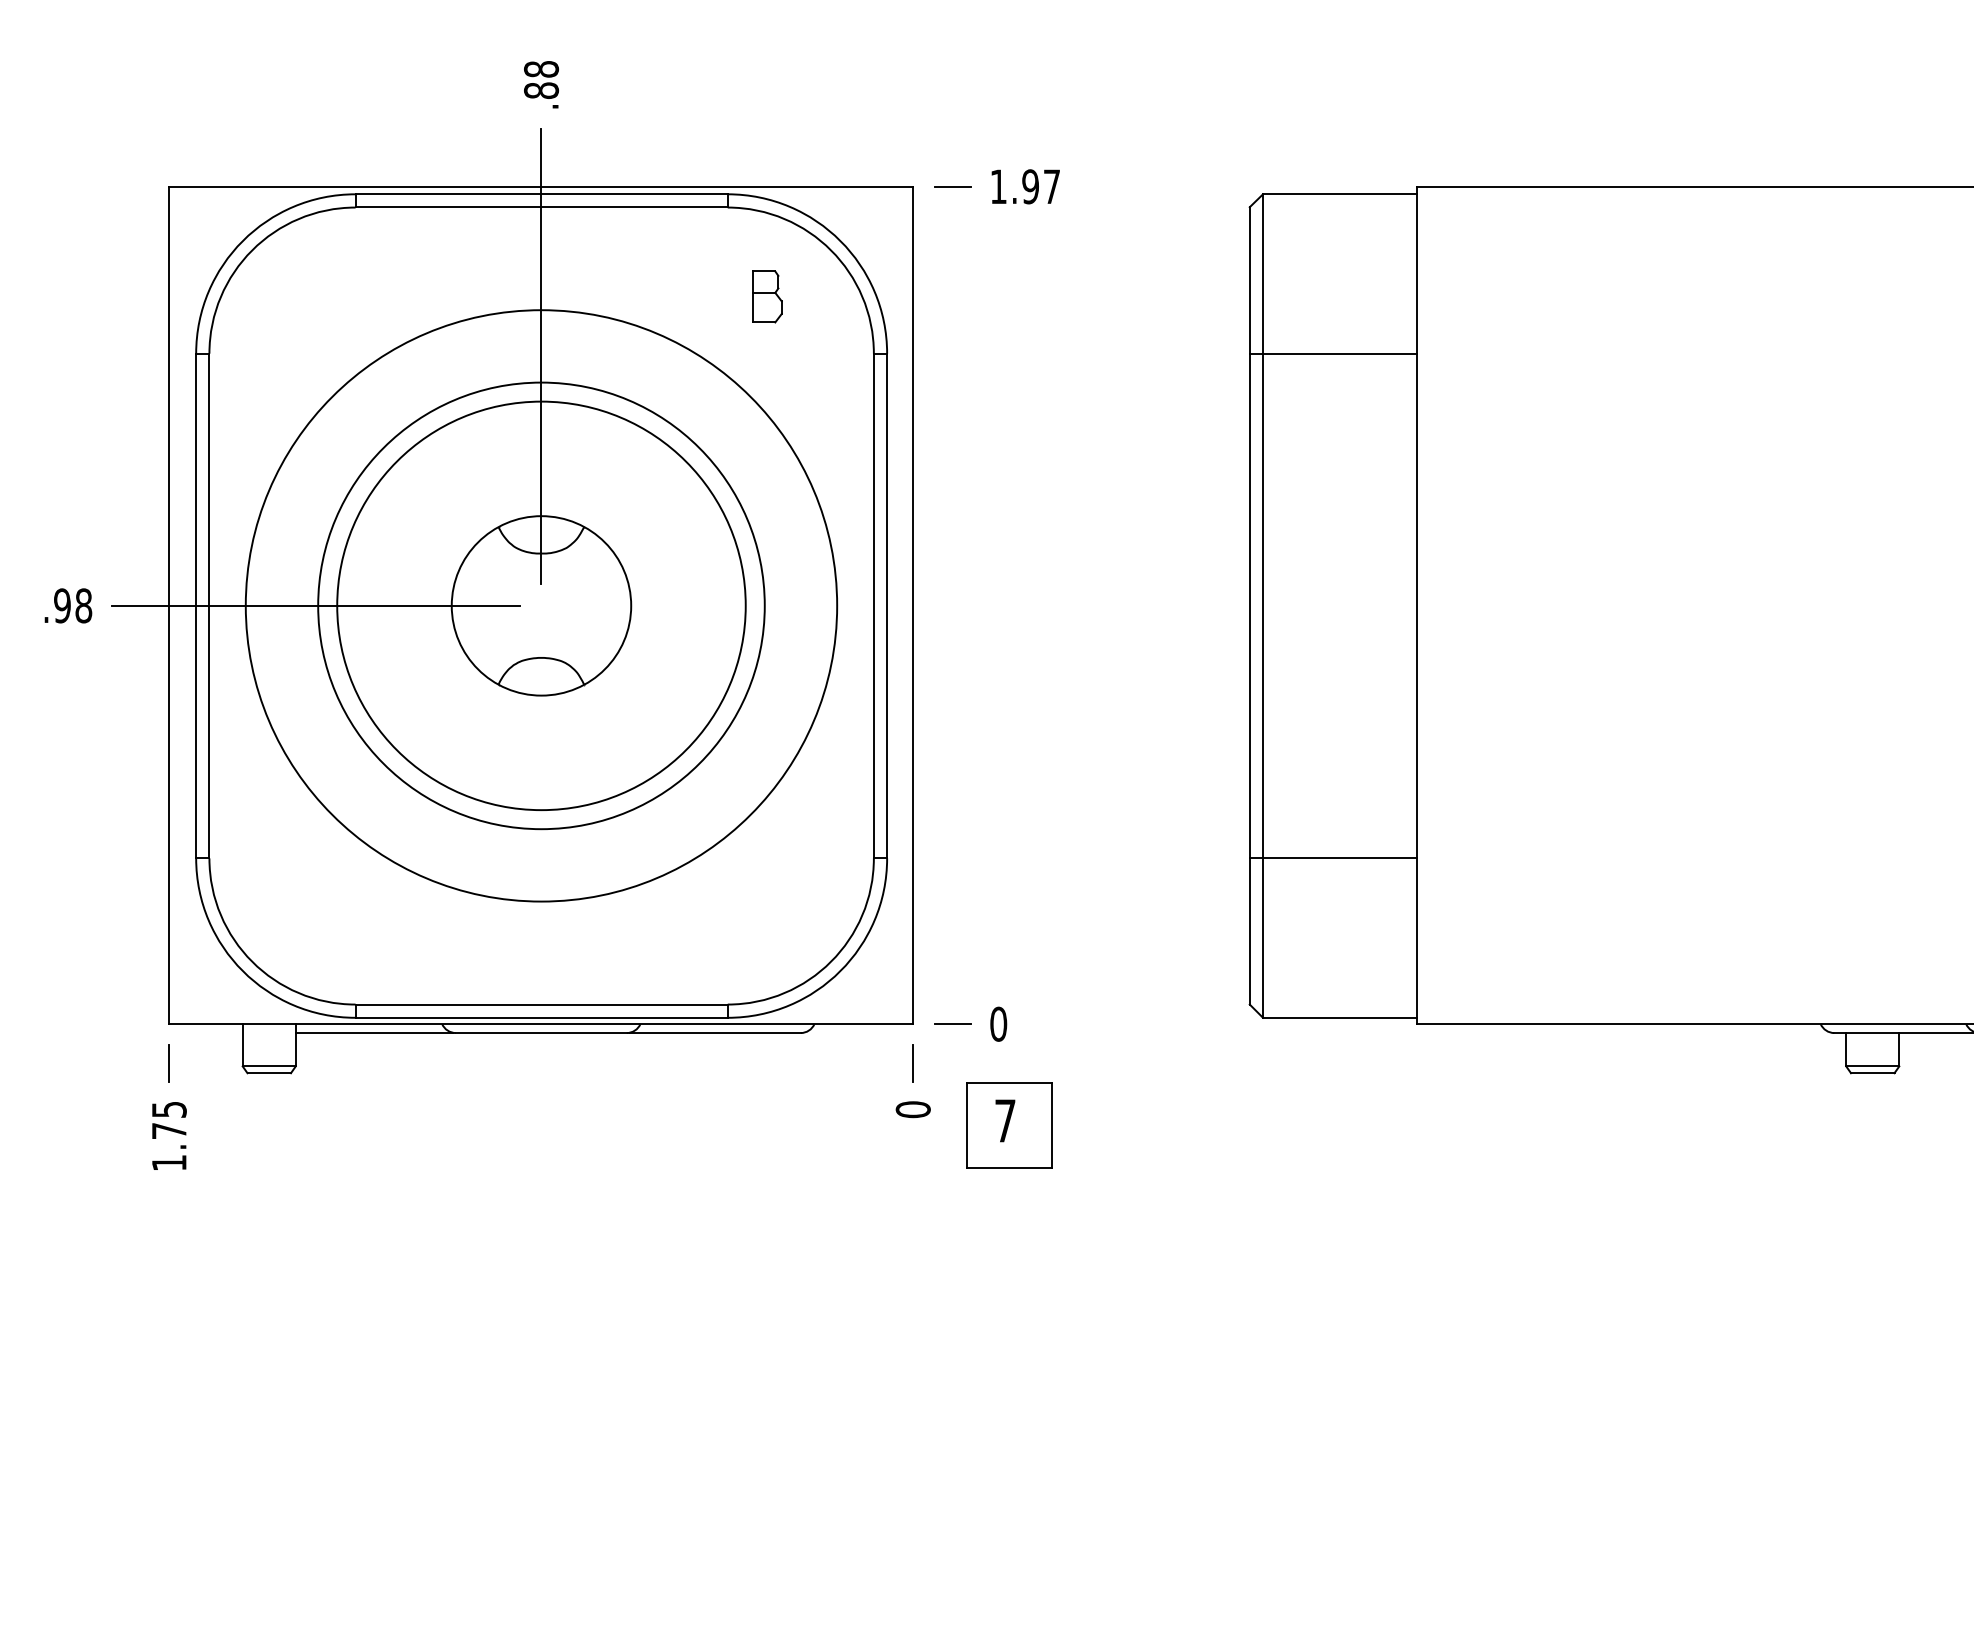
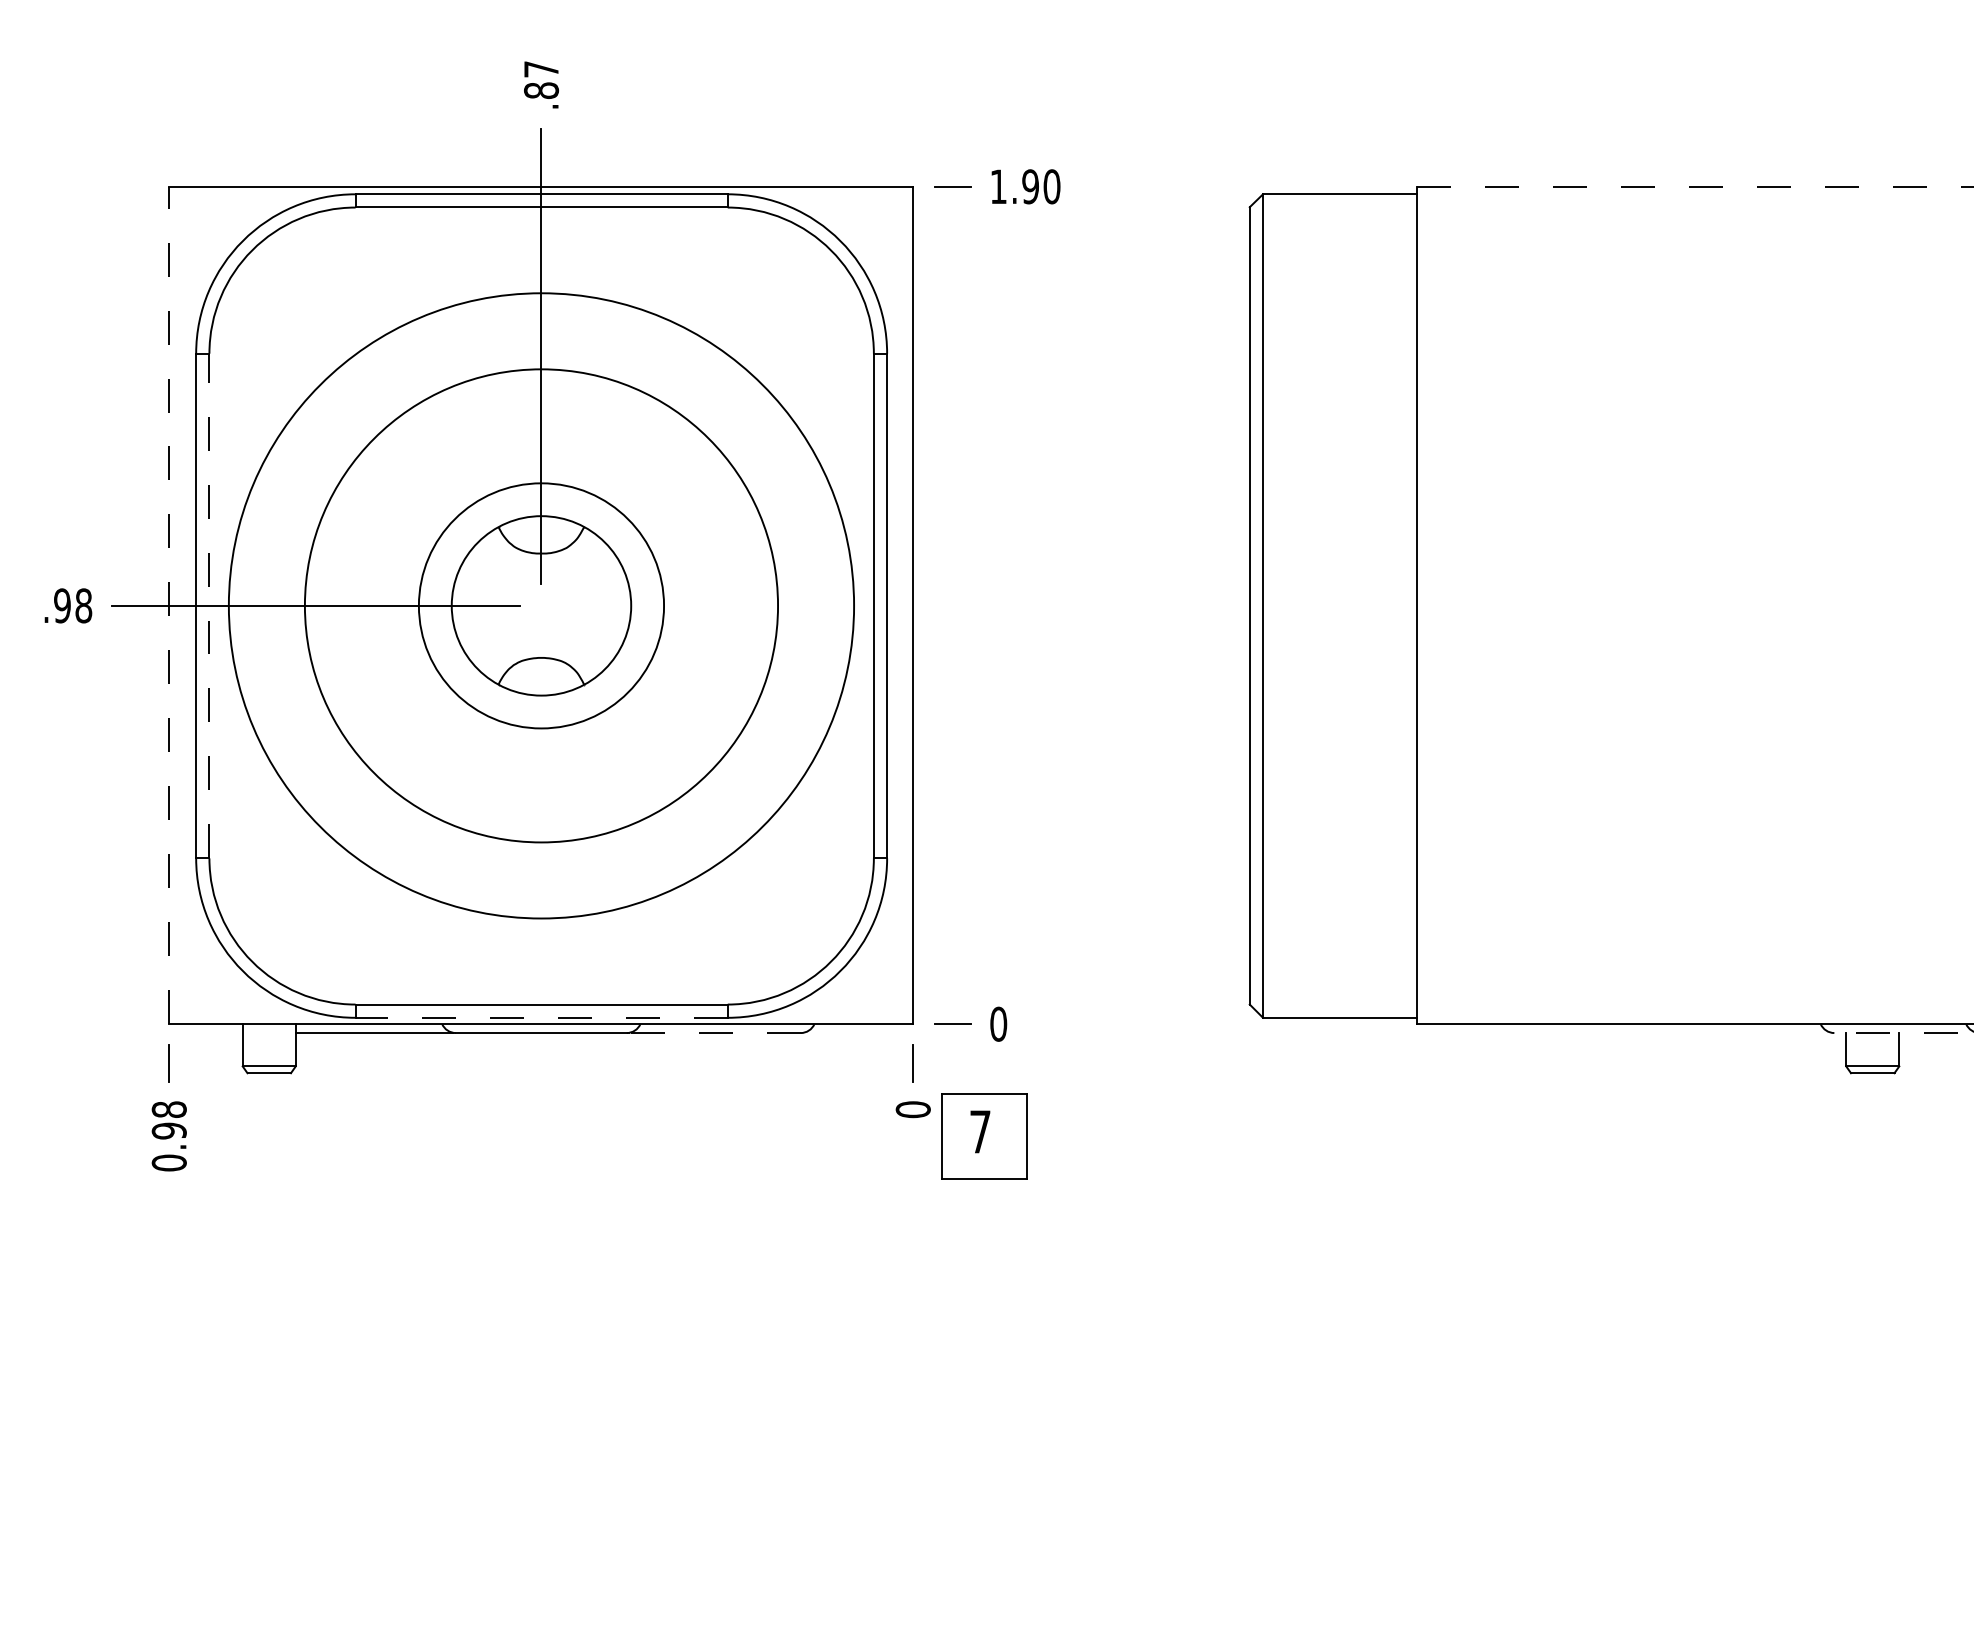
text at (541, 69): .88 -> .87
text at (1051, 186): 1.97 -> 1.90
line at (1696, 186): solid -> dashed
part at (767, 296): present -> none
line at (1333, 353): present -> none
line at (169, 605): solid -> dashed
line at (209, 605): solid -> dashed
circle at (541, 605) diameter: 409 px -> 245 px
circle at (541, 605) diameter: 447 px -> 625 px
circle at (541, 605) diameter: 591 px -> 473 px
line at (1333, 858): present -> none
line at (541, 1017): solid -> dashed
line at (714, 1033): solid -> dashed
line at (1903, 1033): solid -> dashed
part at (1009, 1125) position: (1009, 1125) -> (984, 1136)
text at (168, 1136): 1.75 -> 0.98
